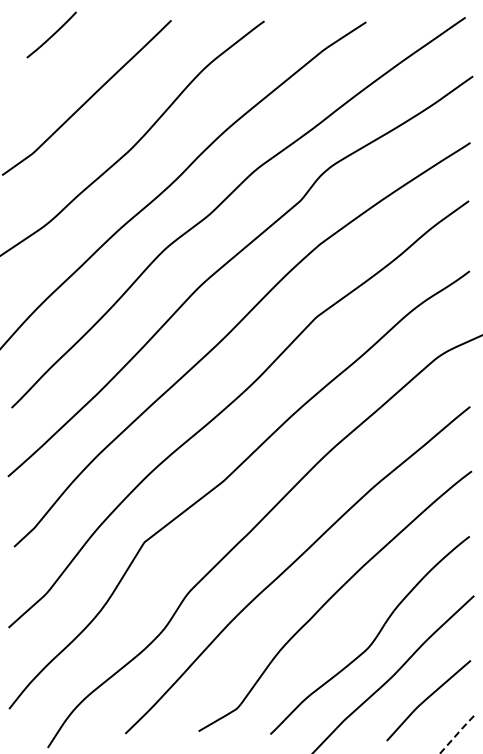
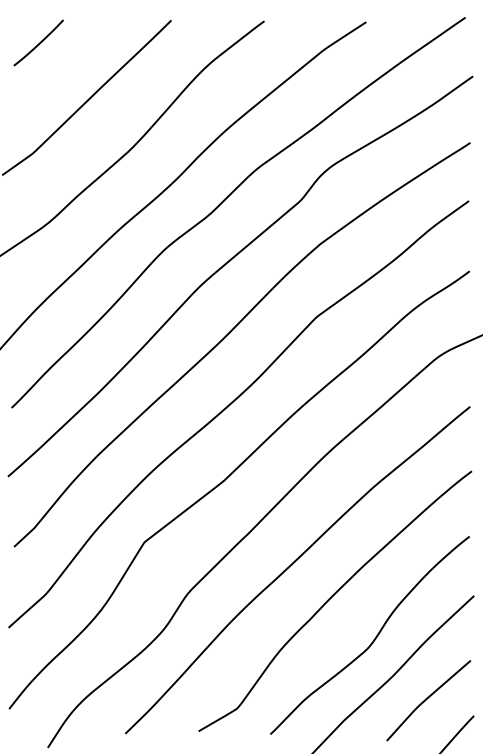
curve at (52, 34) position: (52, 34) -> (39, 42)
line at (457, 733): dashed -> solid
